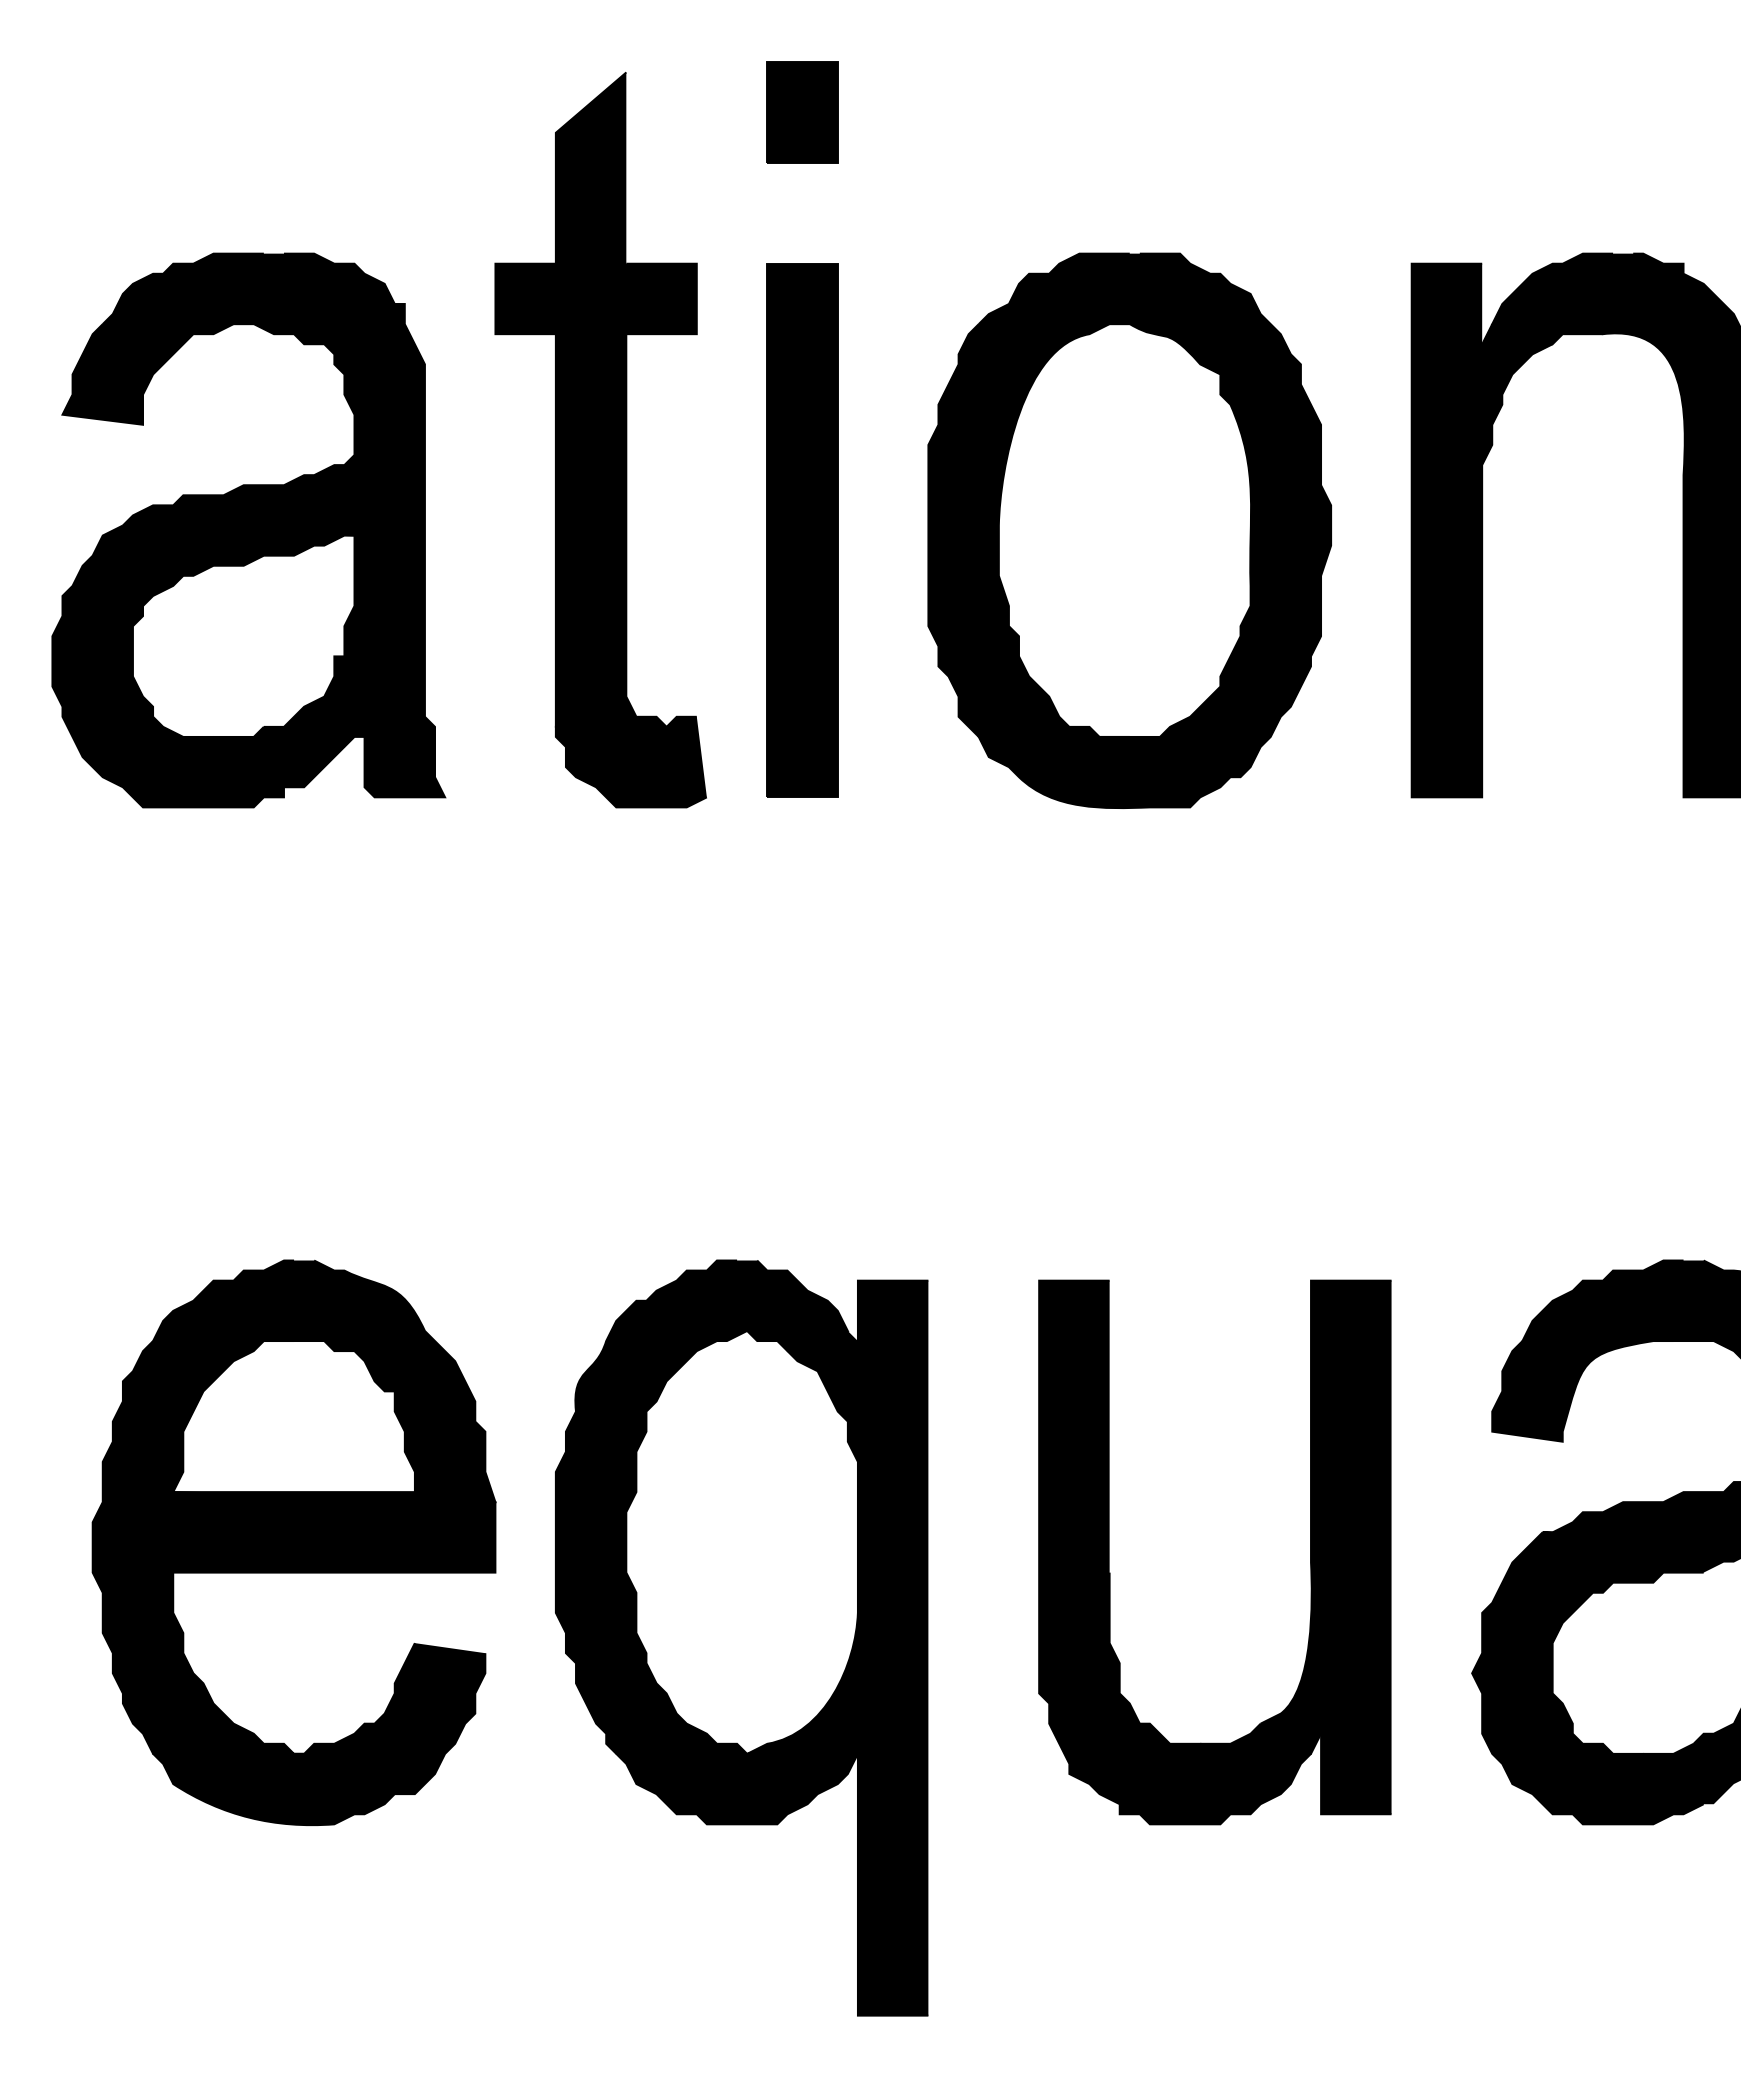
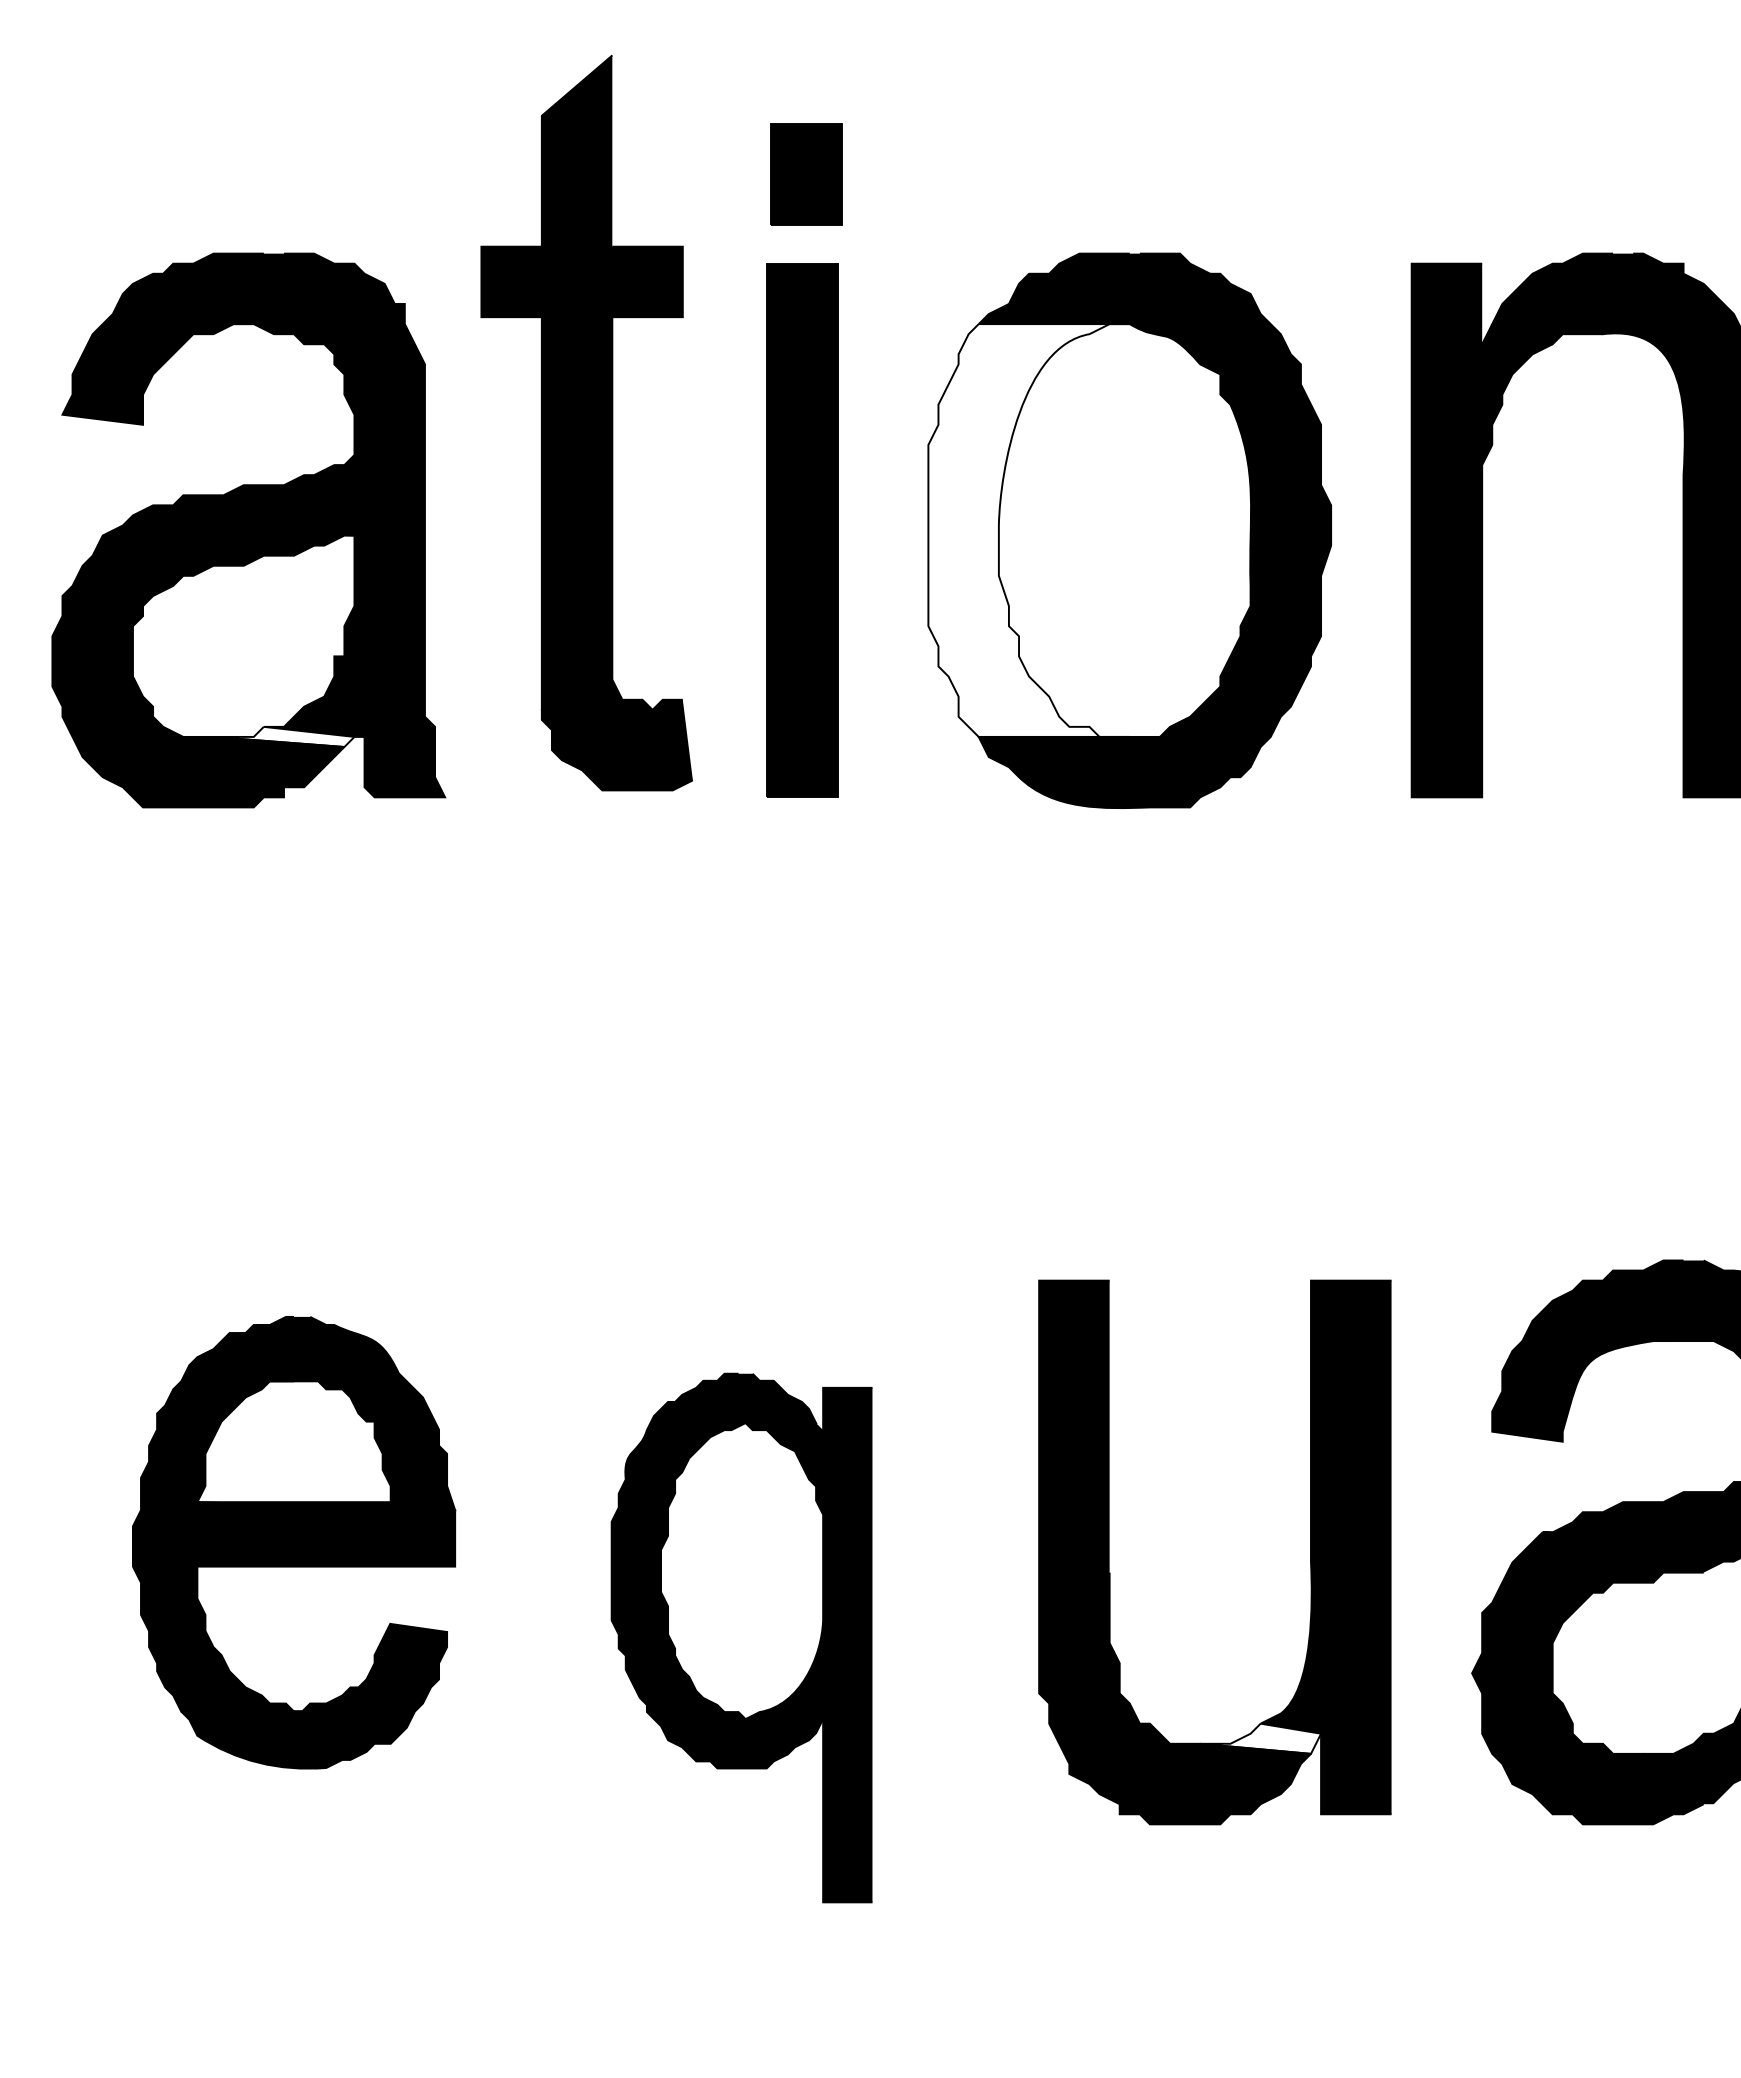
part at (802, 112) position: (802, 112) -> (806, 174)
part at (600, 440) position: (600, 440) -> (586, 423)
fill at (1028, 530): present -> none
fill at (283, 736): present -> none
part at (293, 1542) size: 406x567 px -> 325x454 px
part at (741, 1637) size: 374x758 px -> 263x532 px
fill at (1260, 1738): present -> none
